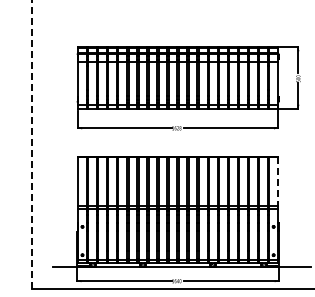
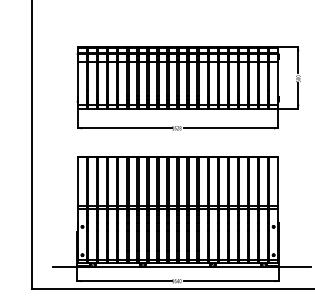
line at (32, 145): dashed -> solid
line at (277, 181): dashed -> solid
